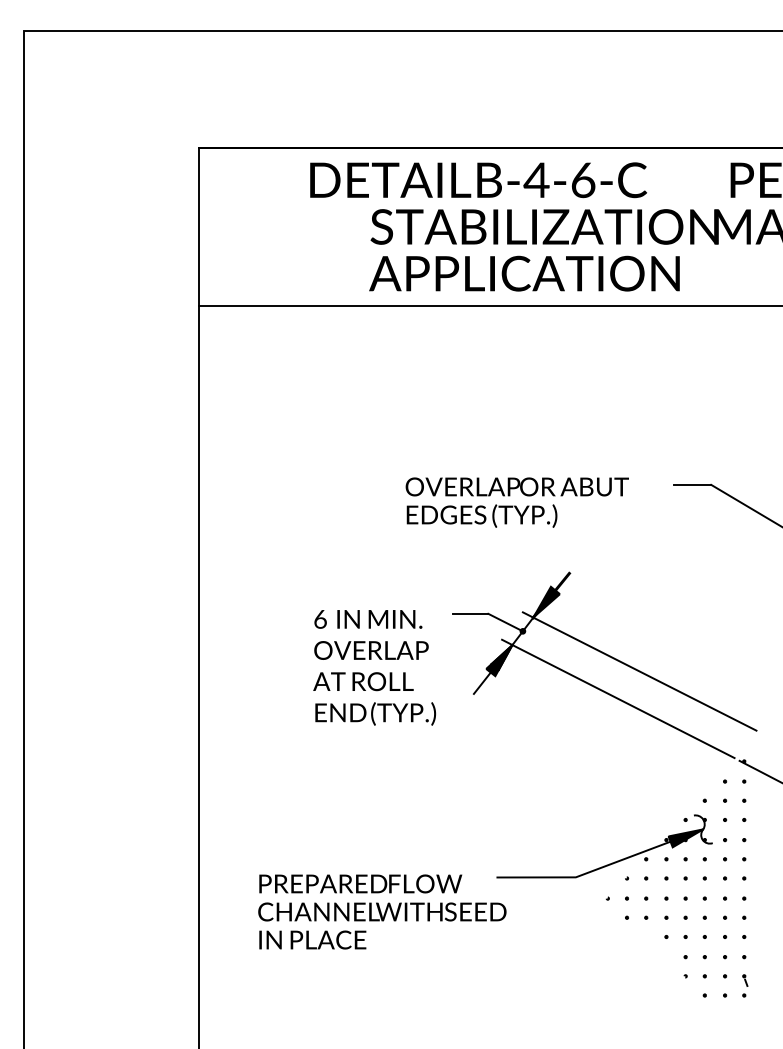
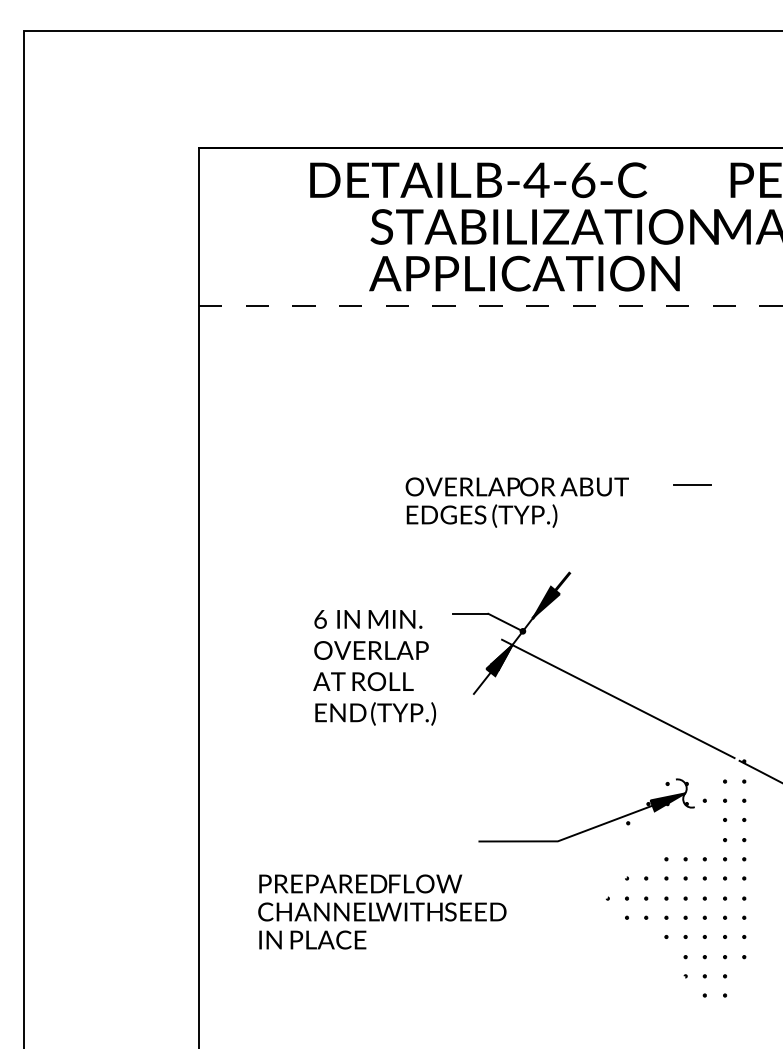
line at (490, 305): solid -> dashed
line at (745, 504): present -> none
line at (639, 671): present -> none
part at (609, 863) position: (609, 863) -> (591, 827)
part at (745, 985): present -> none
